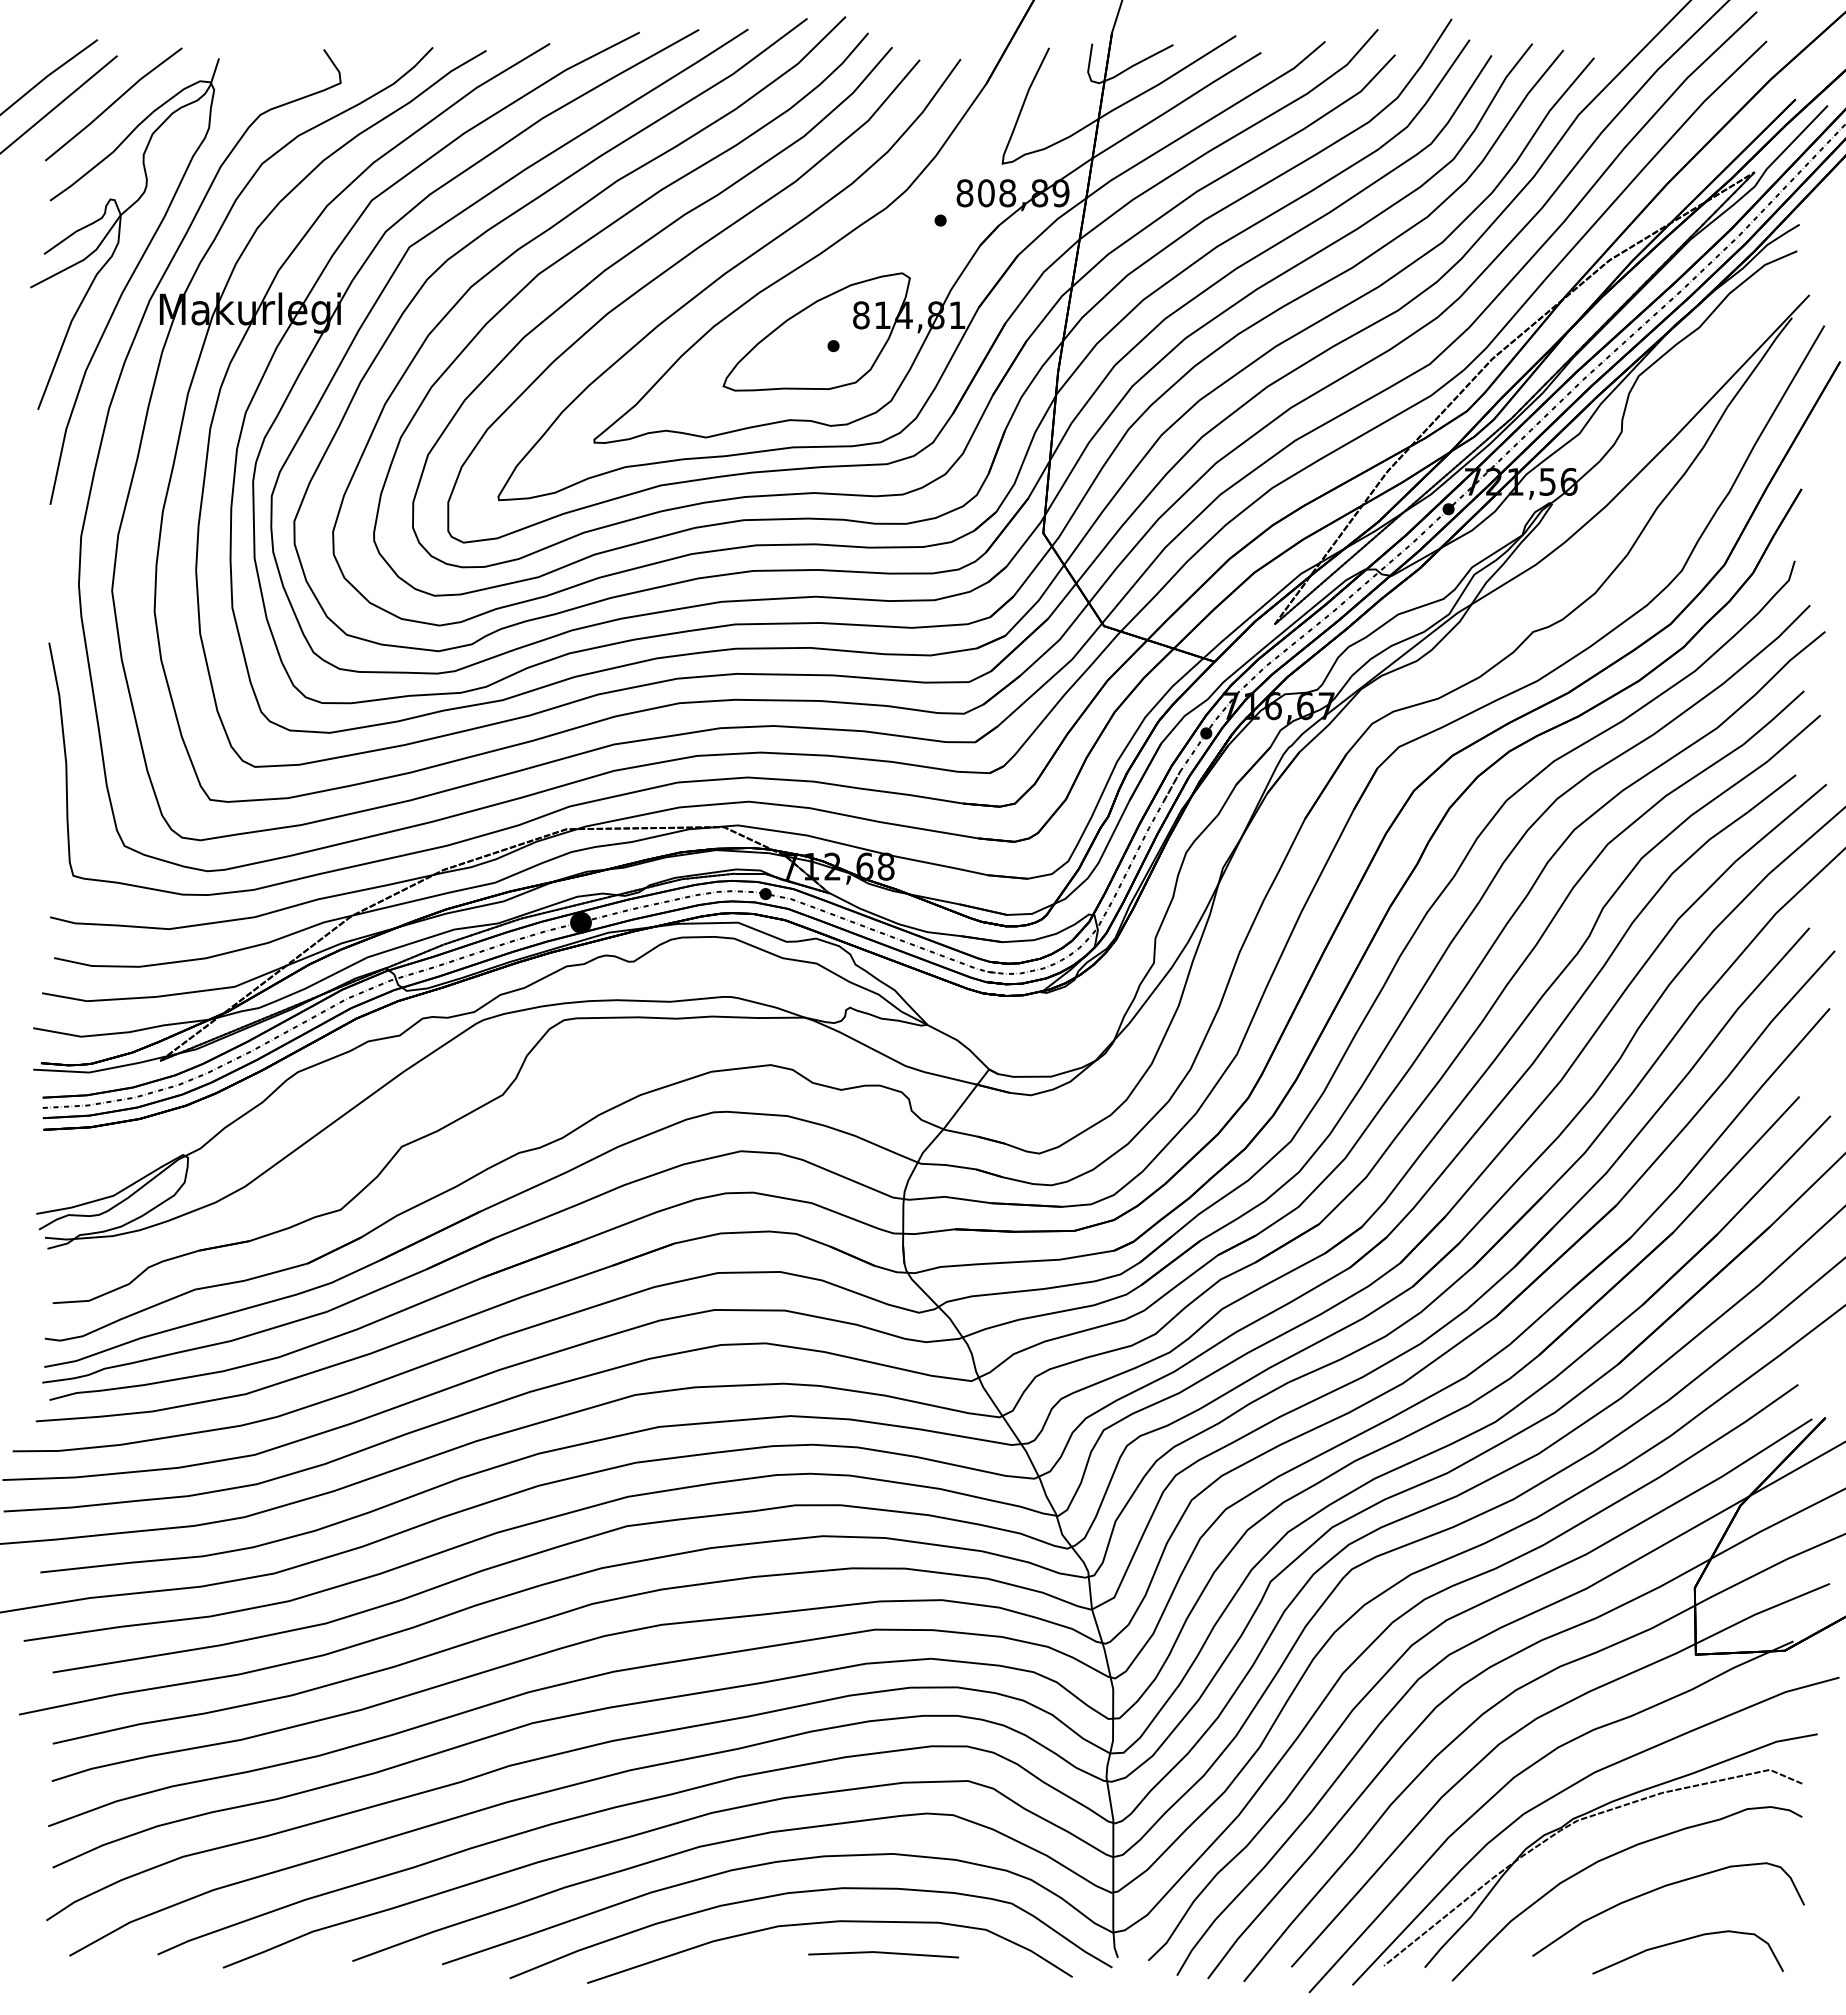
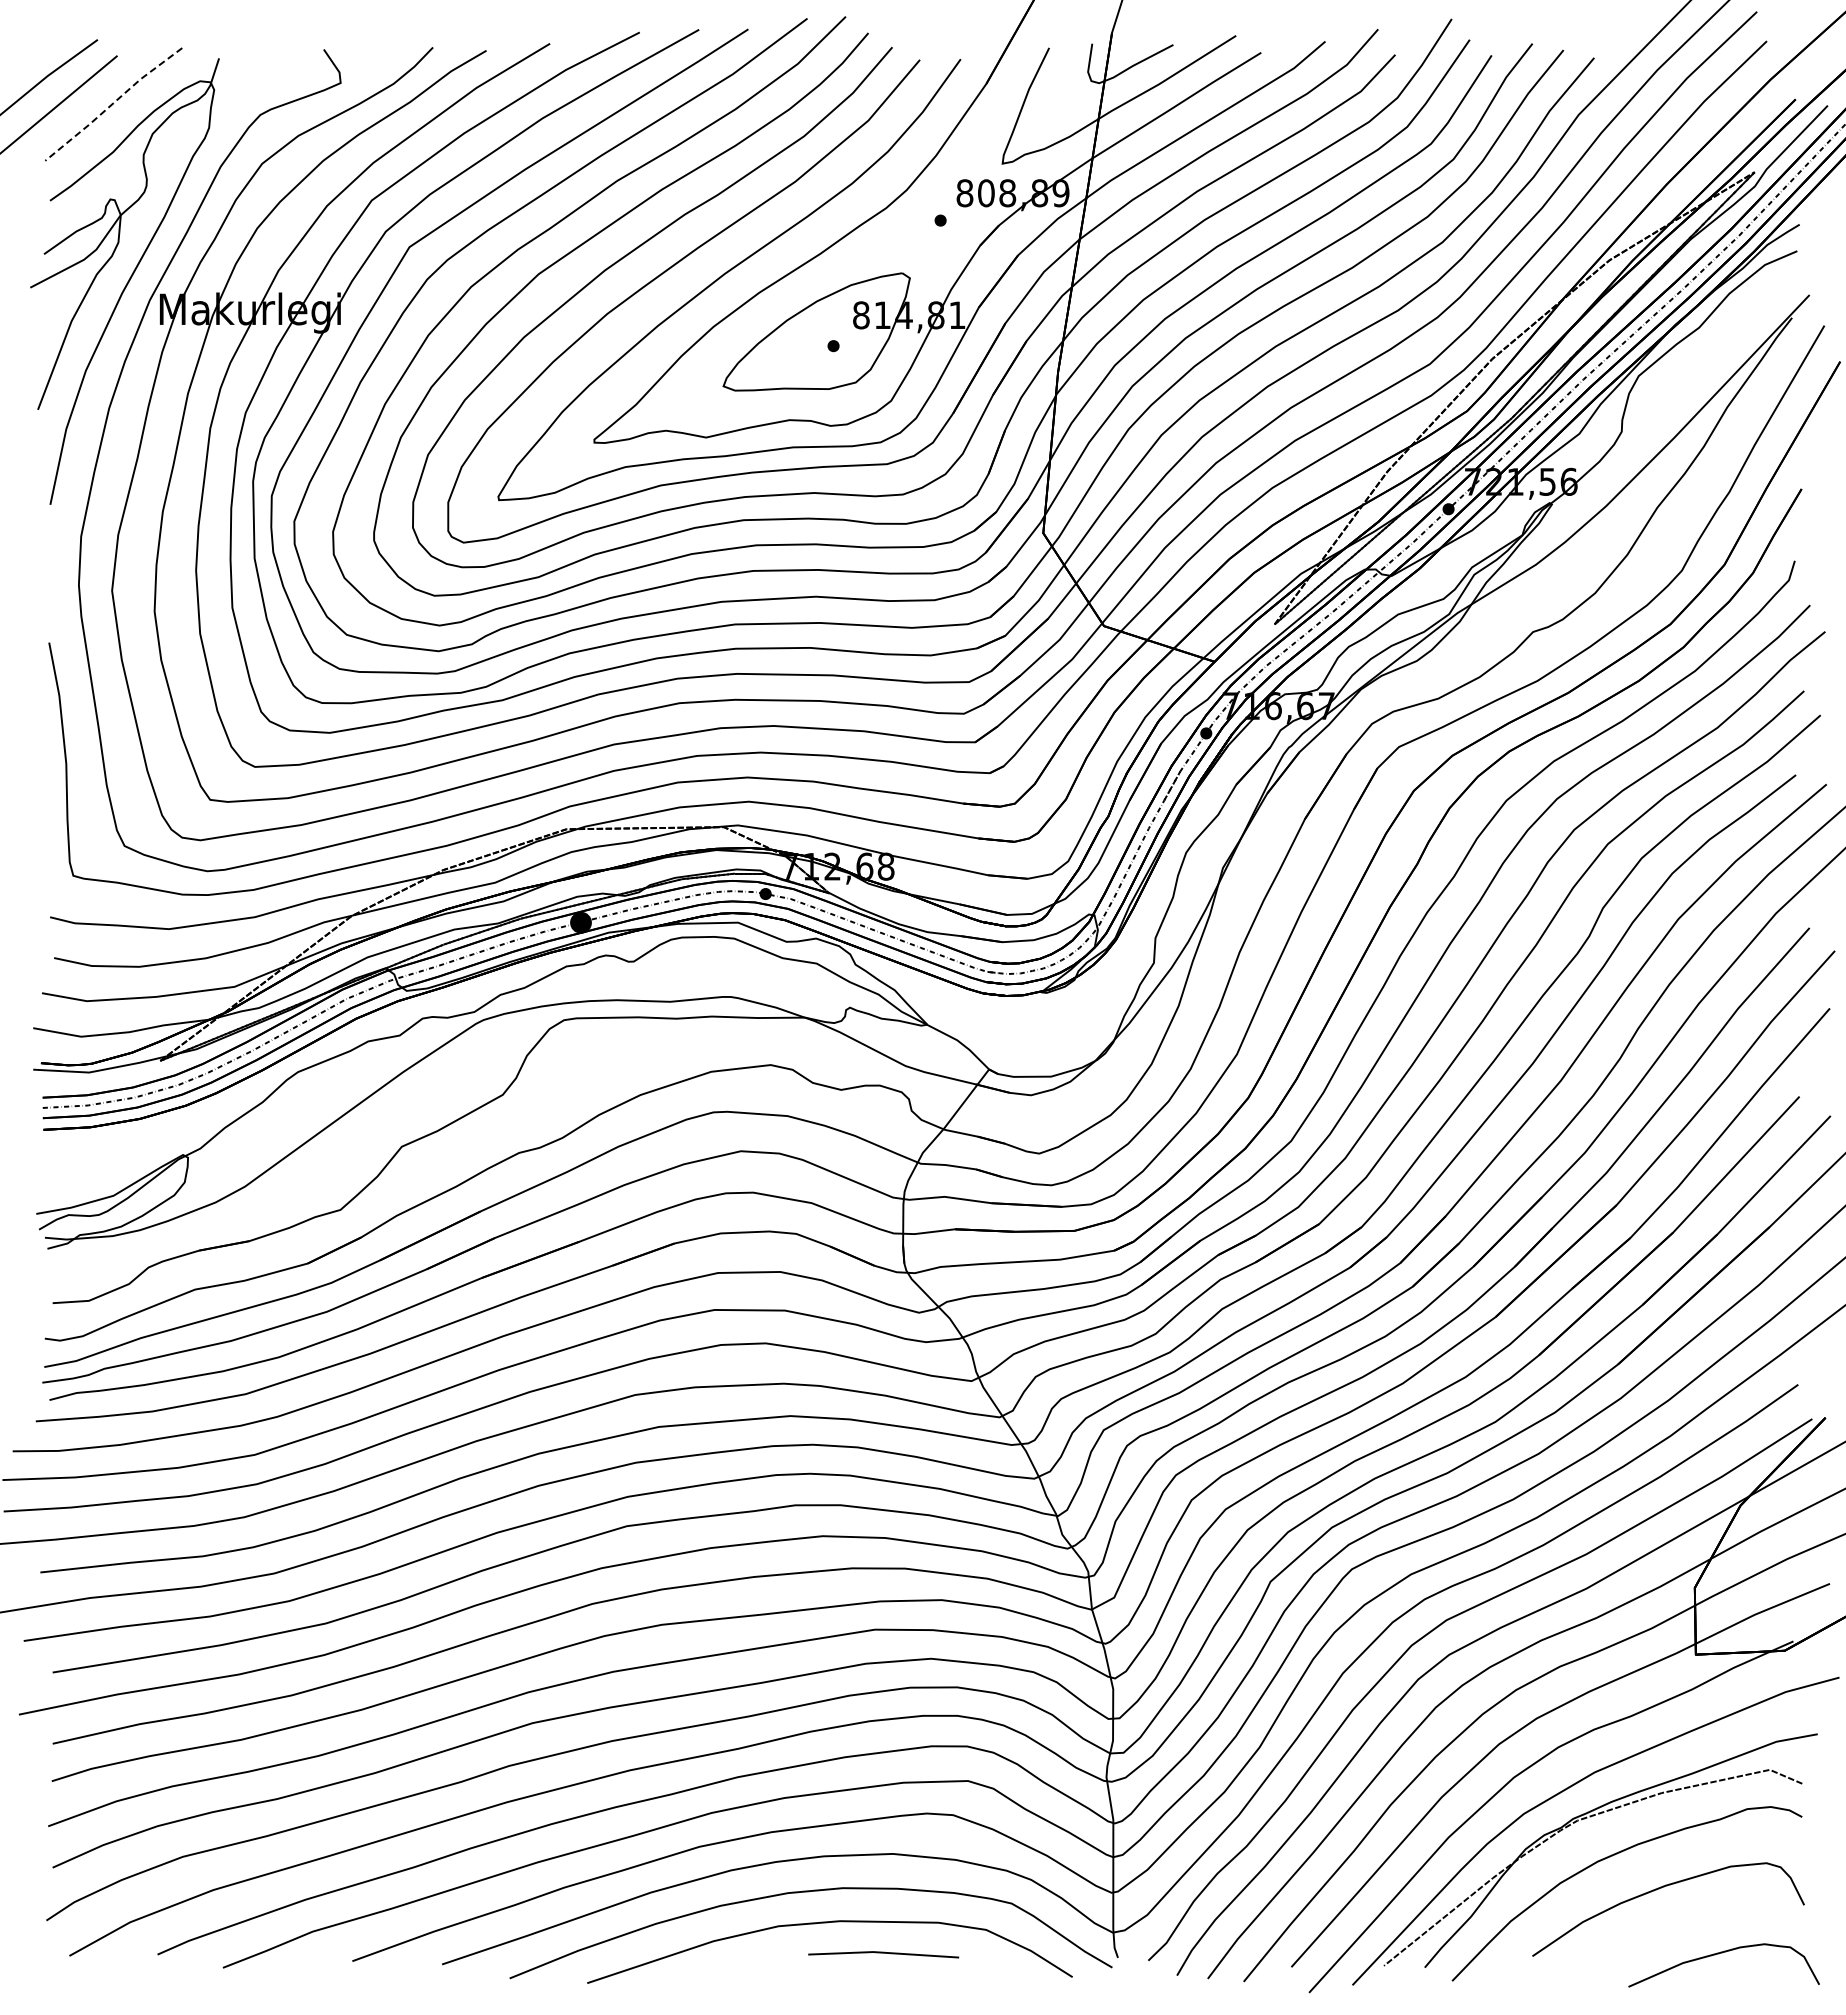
line at (112, 104): solid -> dashed
curve at (1686, 1940) position: (1686, 1940) -> (1722, 1953)
